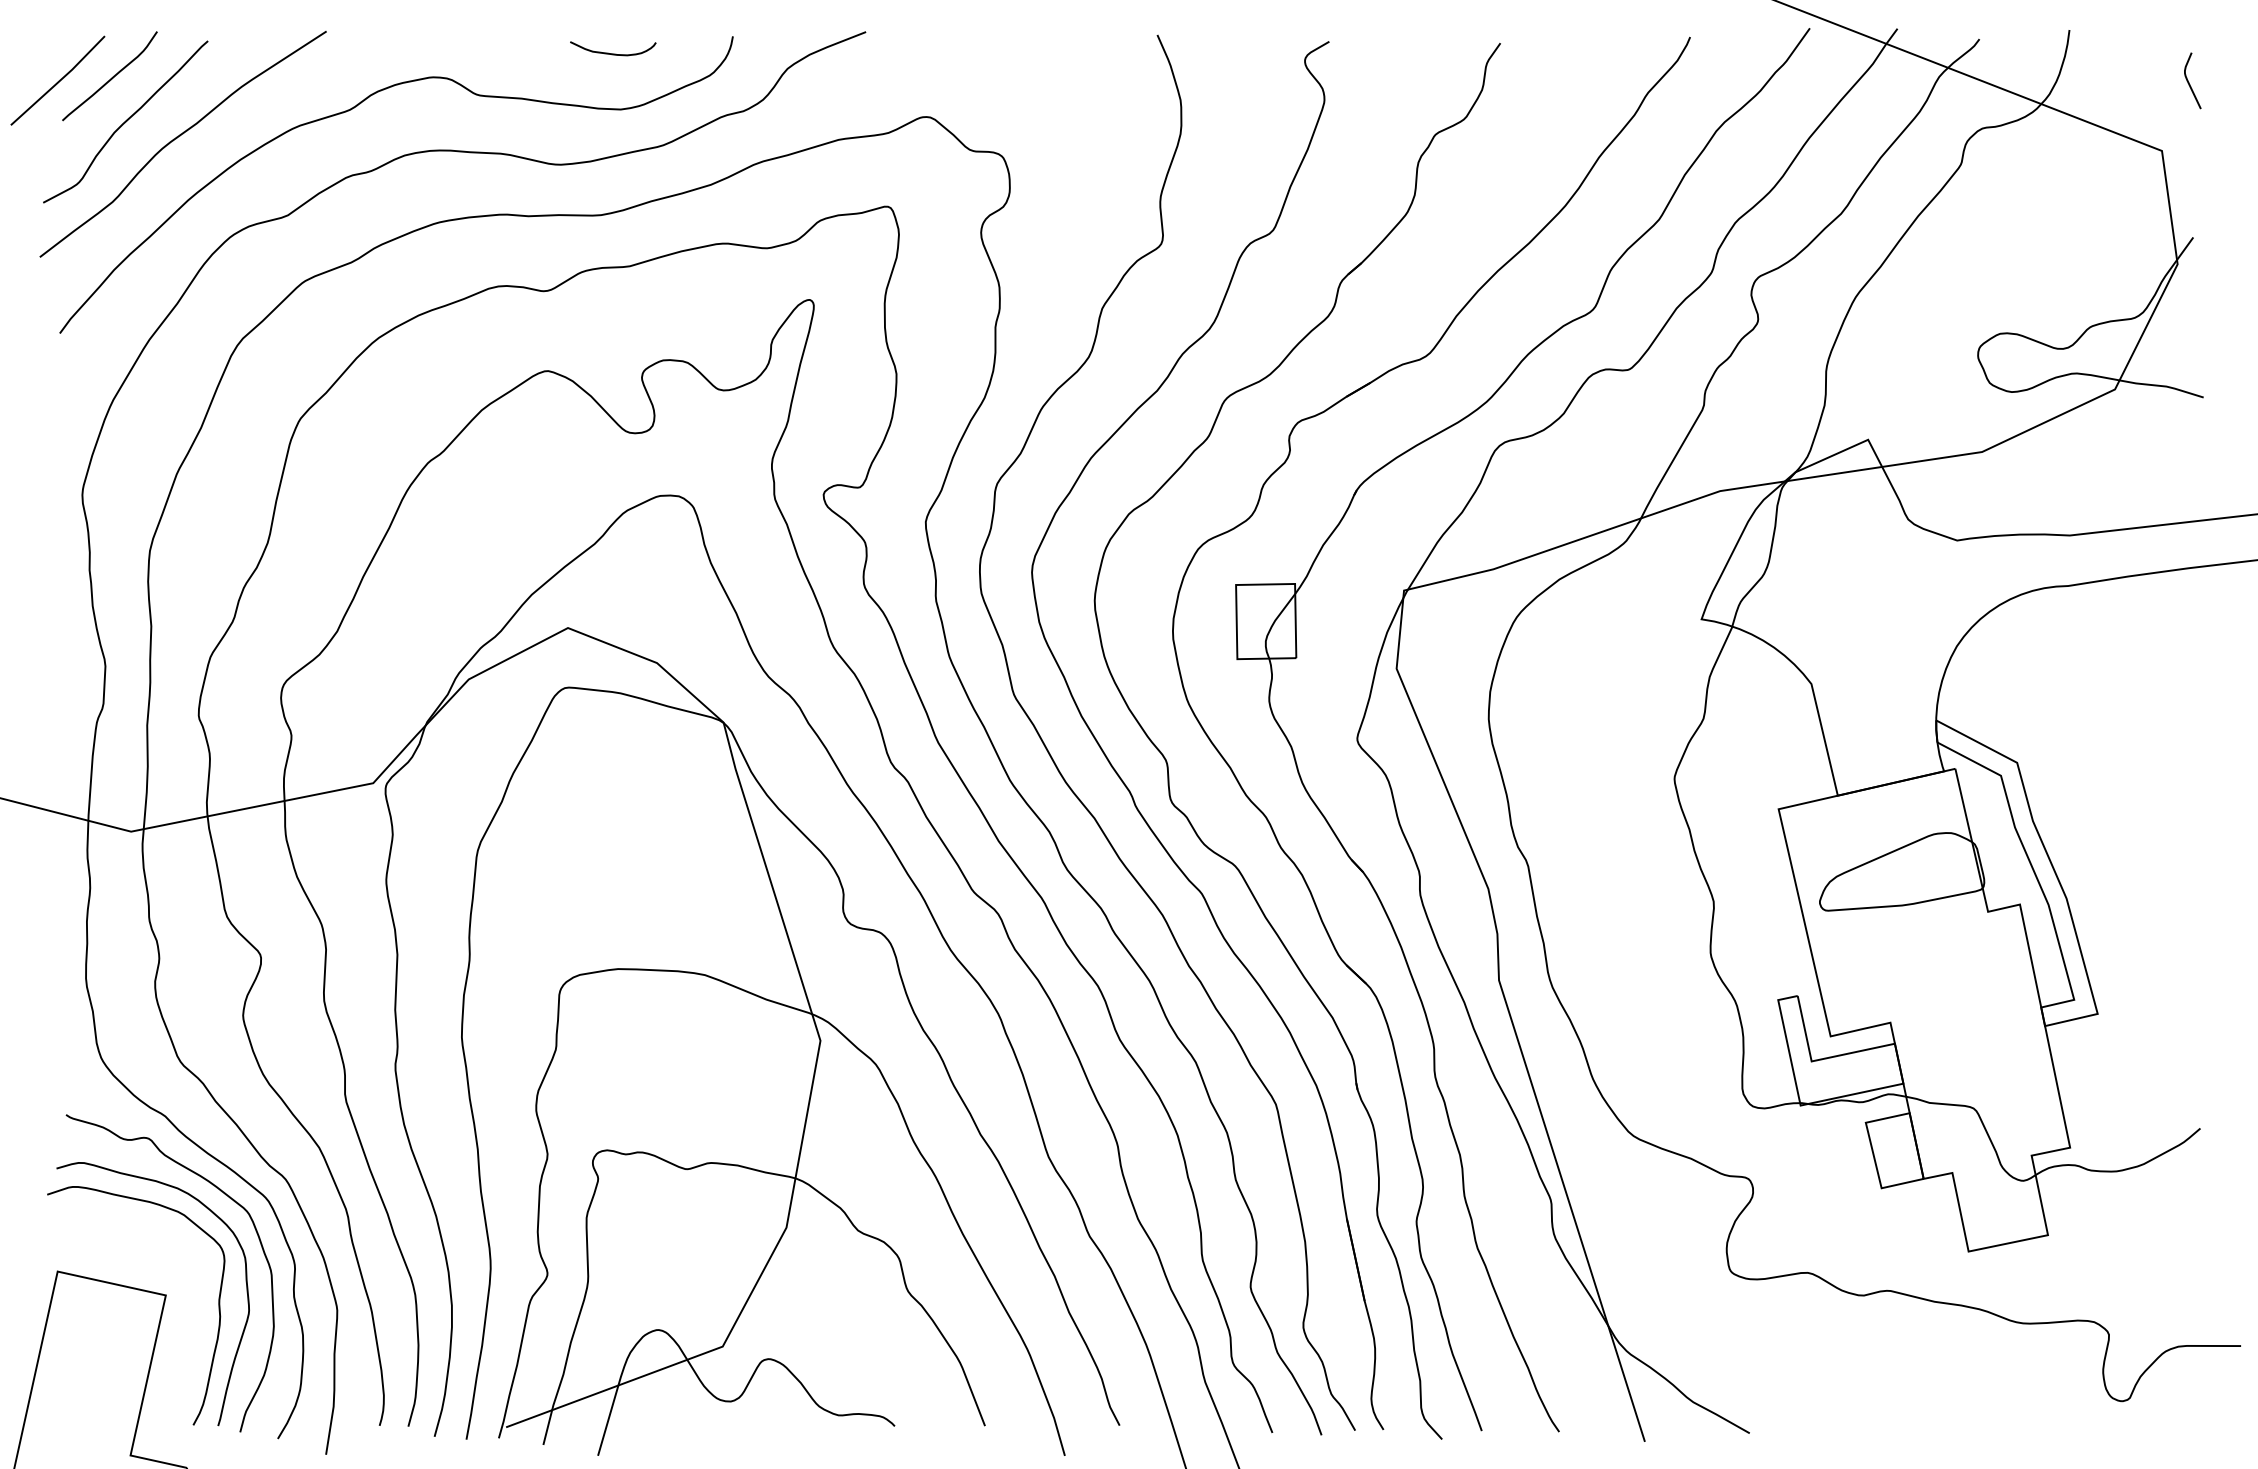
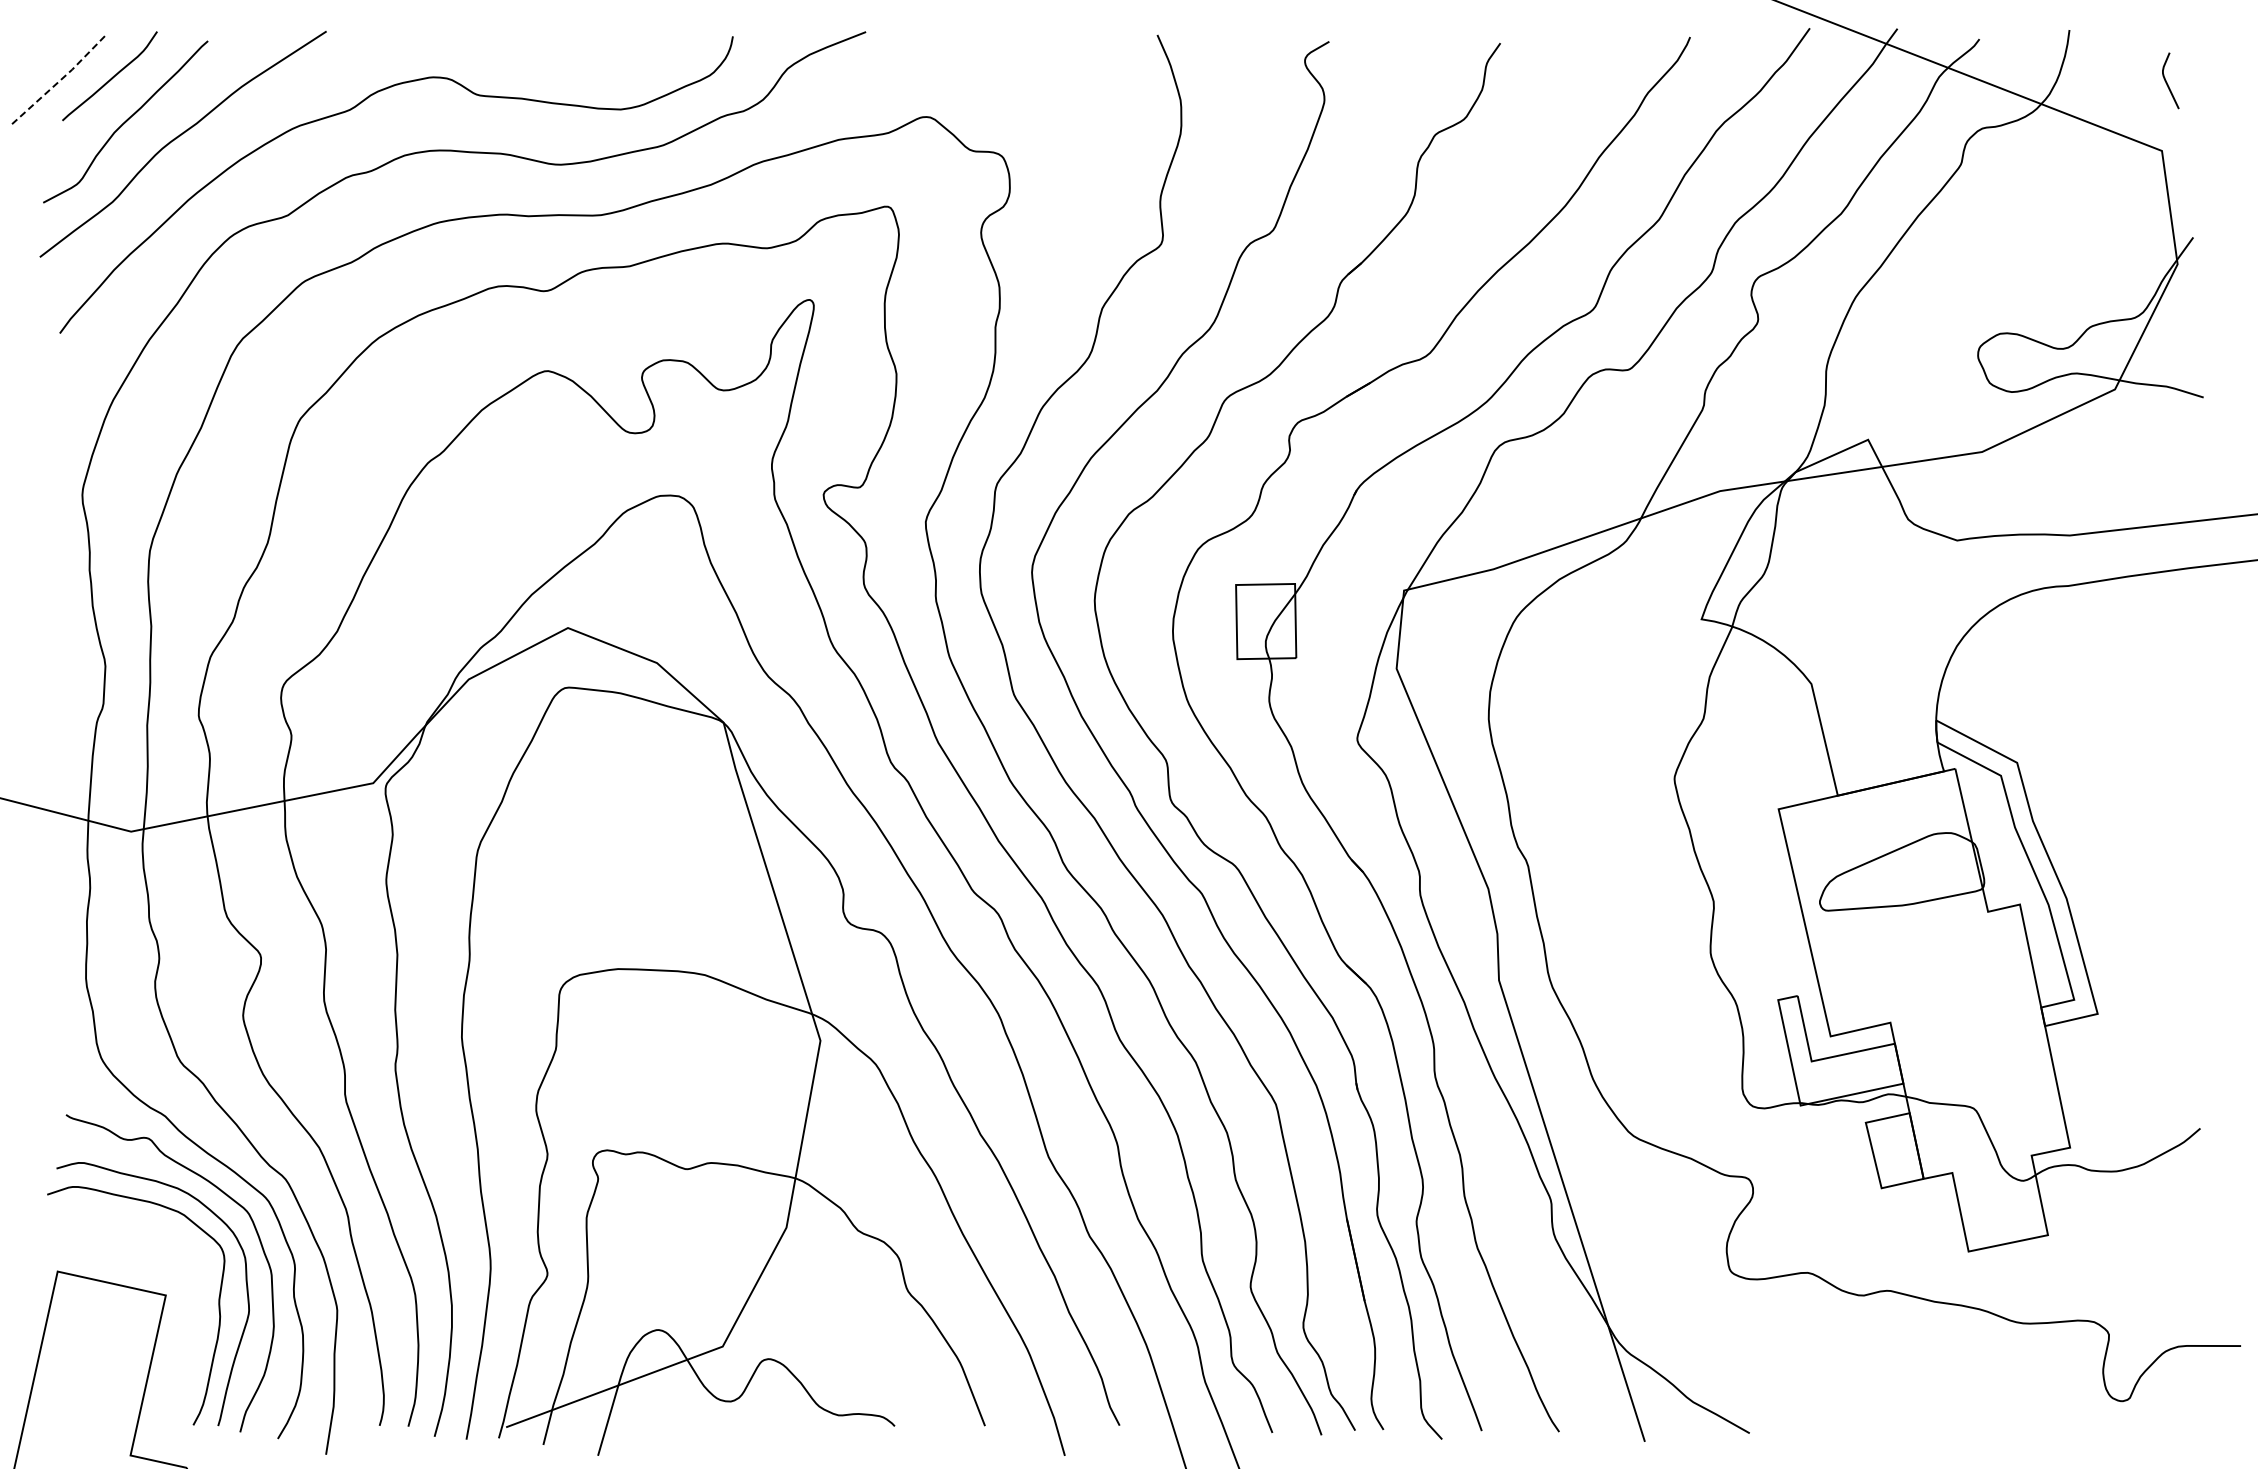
curve at (613, 53): present -> none
line at (58, 81): solid -> dashed
curve at (2189, 82) position: (2189, 82) -> (2167, 82)
